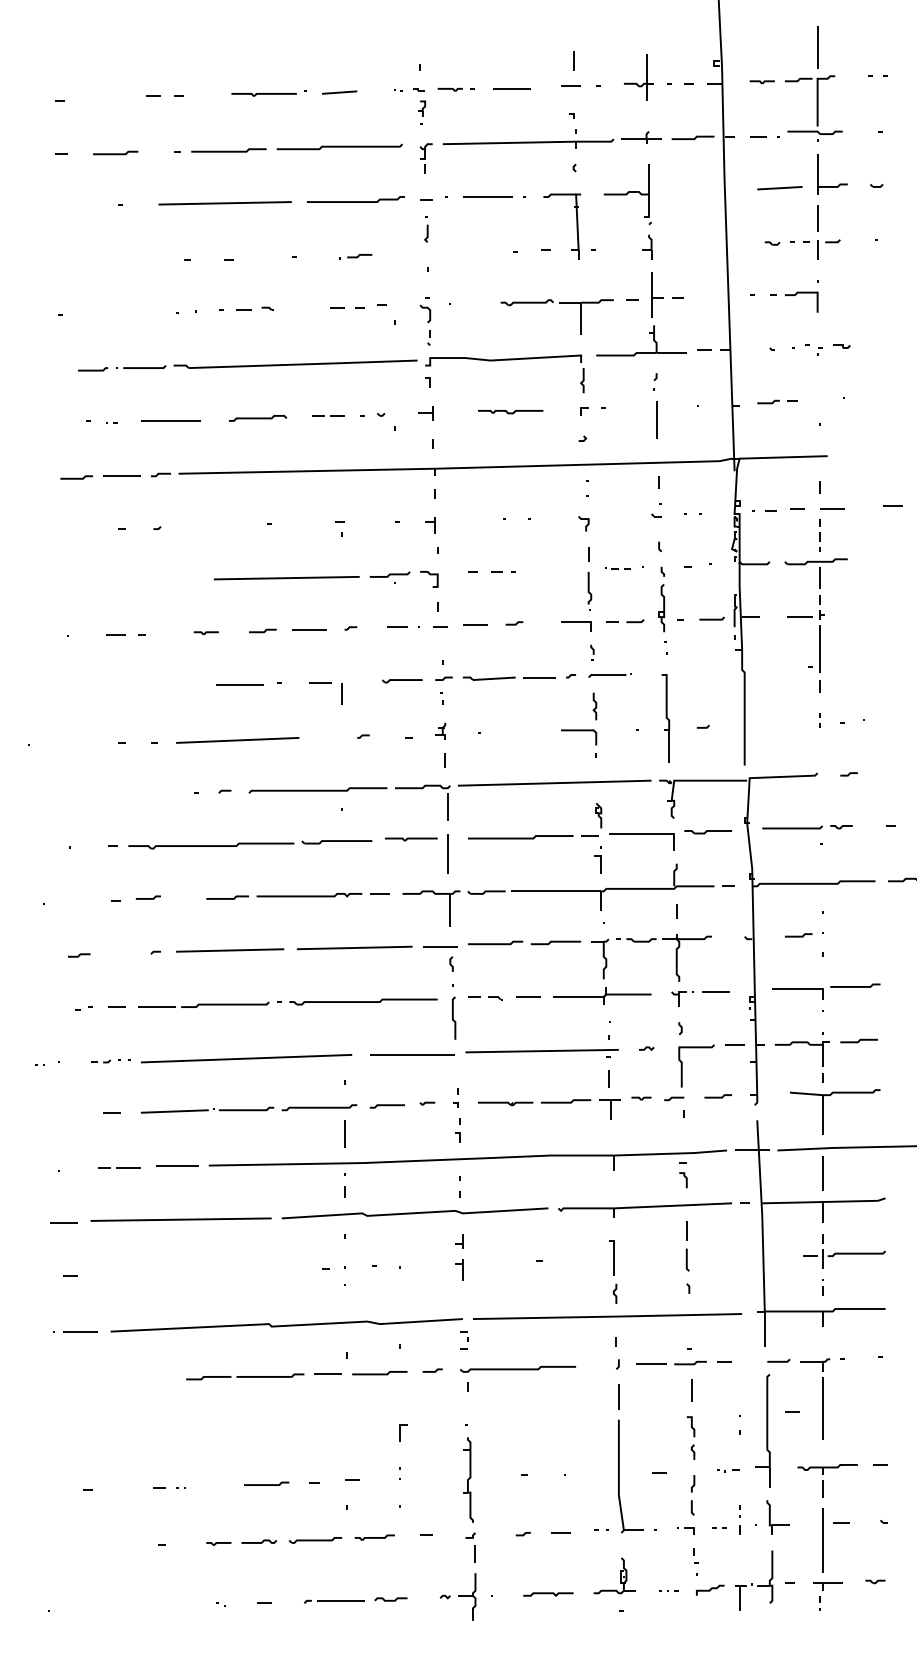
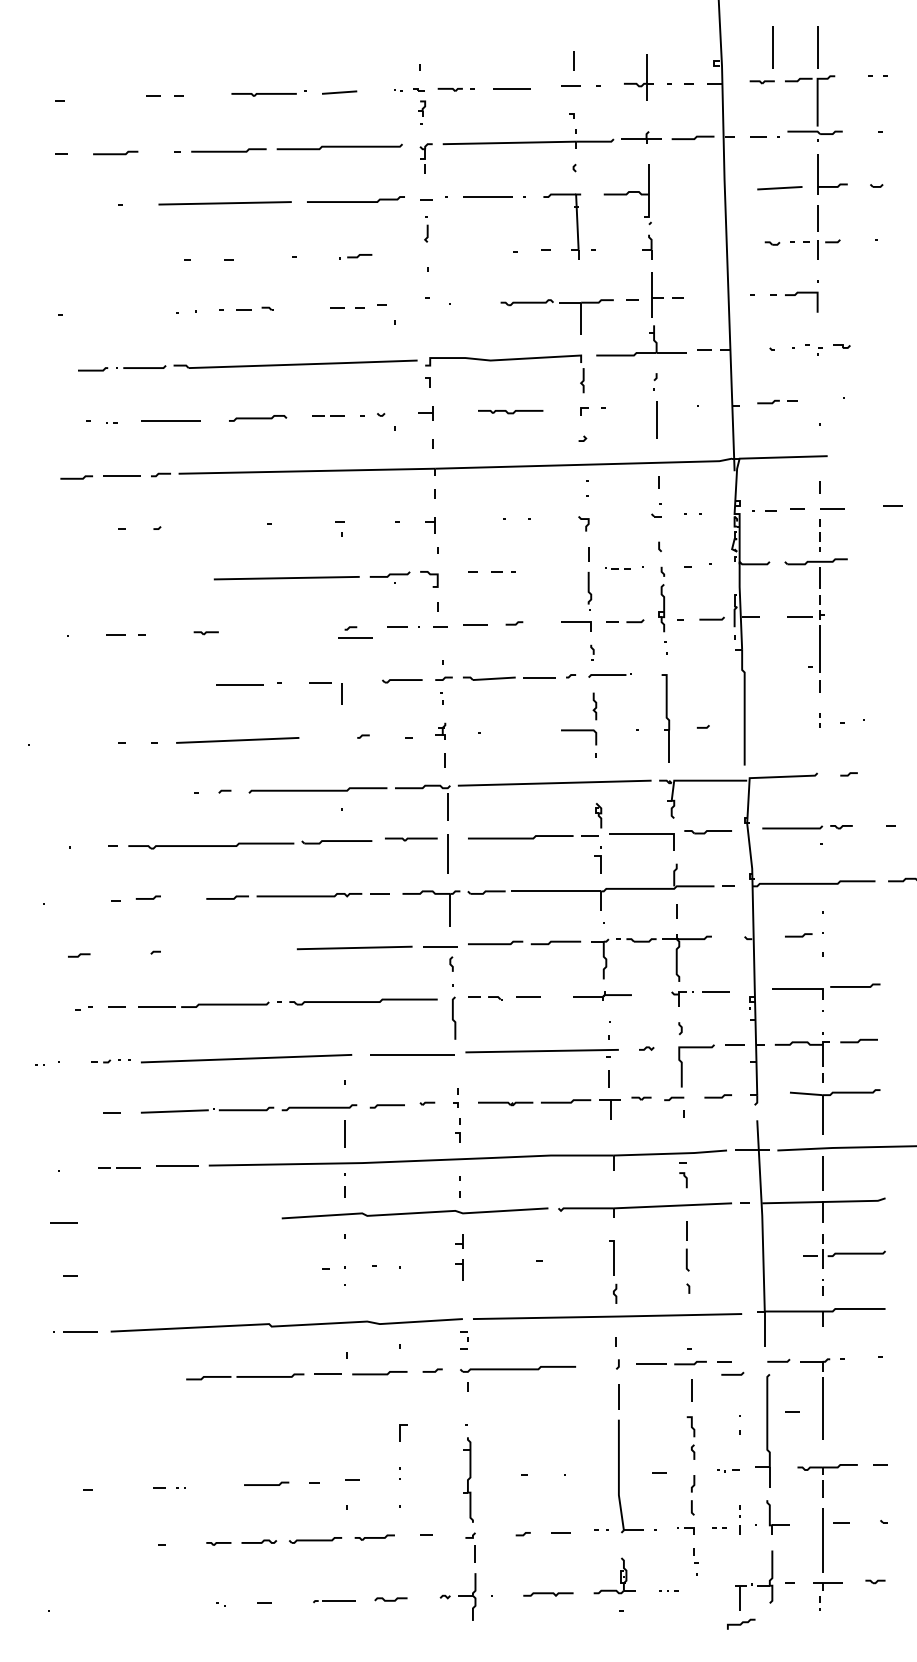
line at (772, 47): none -> present
part at (425, 324): present -> none
line at (309, 629) position: (309, 629) -> (355, 637)
line at (262, 631): present -> none
line at (230, 950): present -> none
part at (602, 995) size: 99x18 px -> 59x10 px
line at (180, 1219): present -> none
line at (732, 1373): none -> present
curve at (710, 1589) position: (710, 1589) -> (741, 1623)
part at (334, 1601) size: 61x5 px -> 43x4 px
